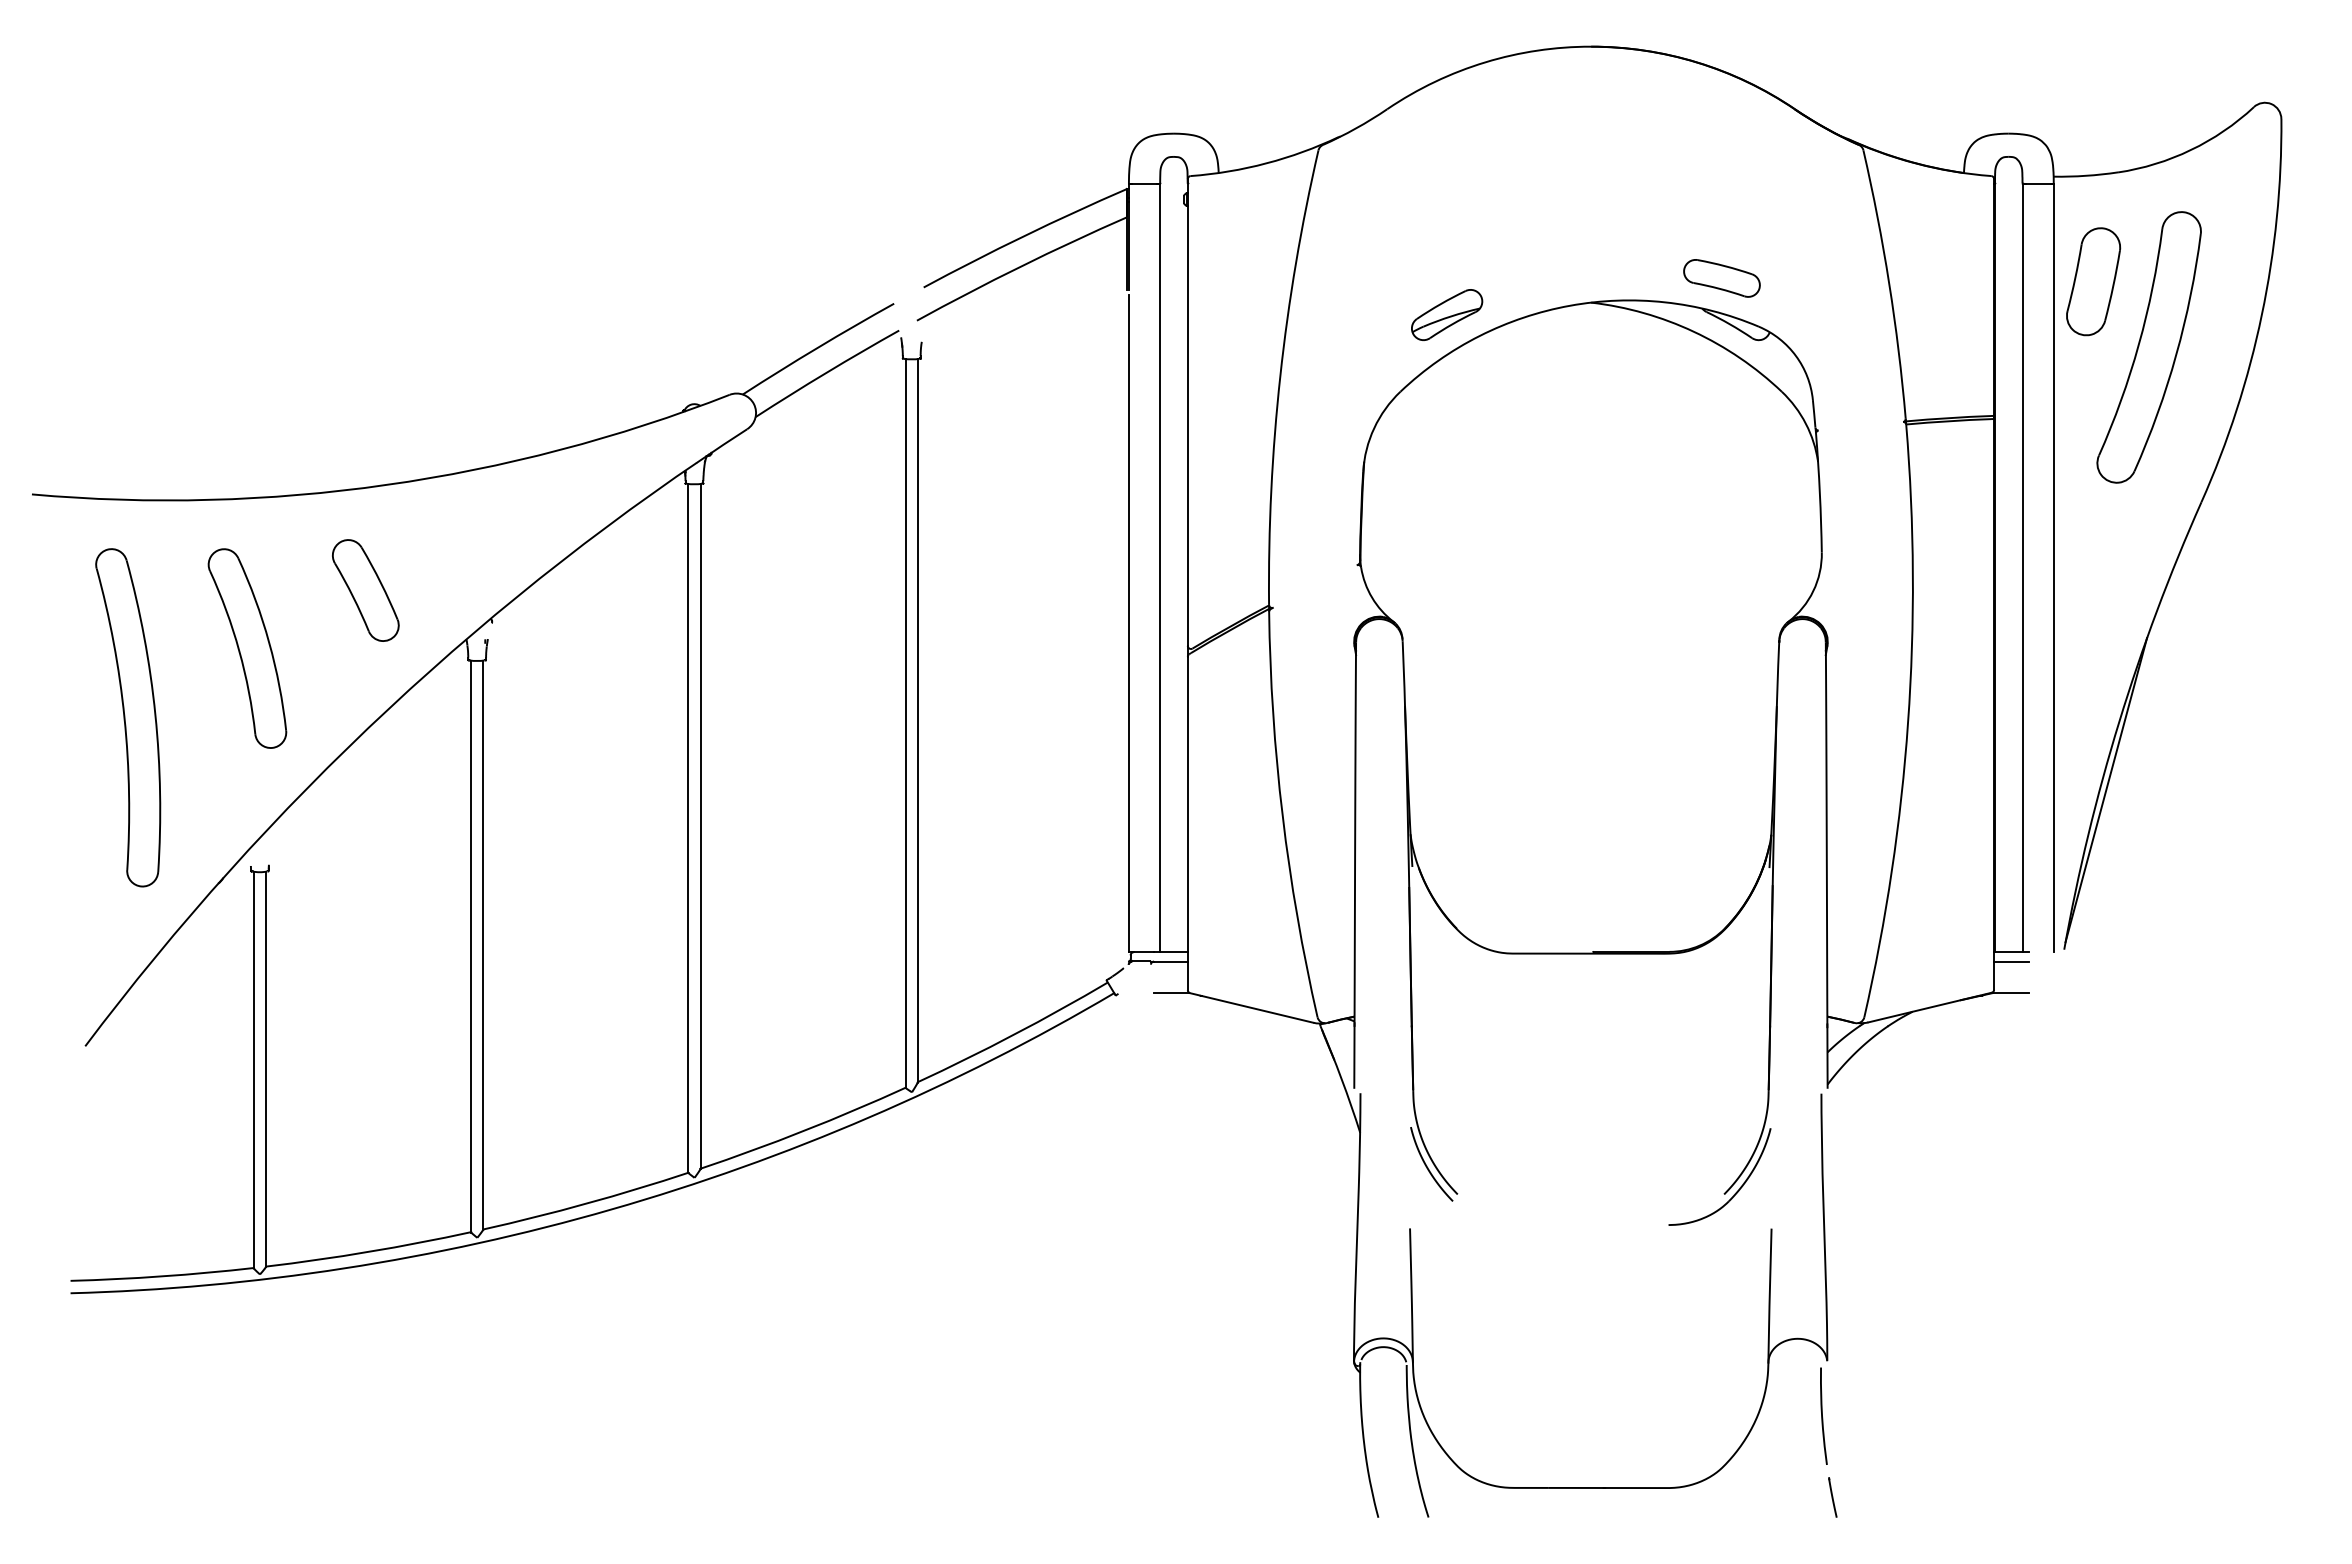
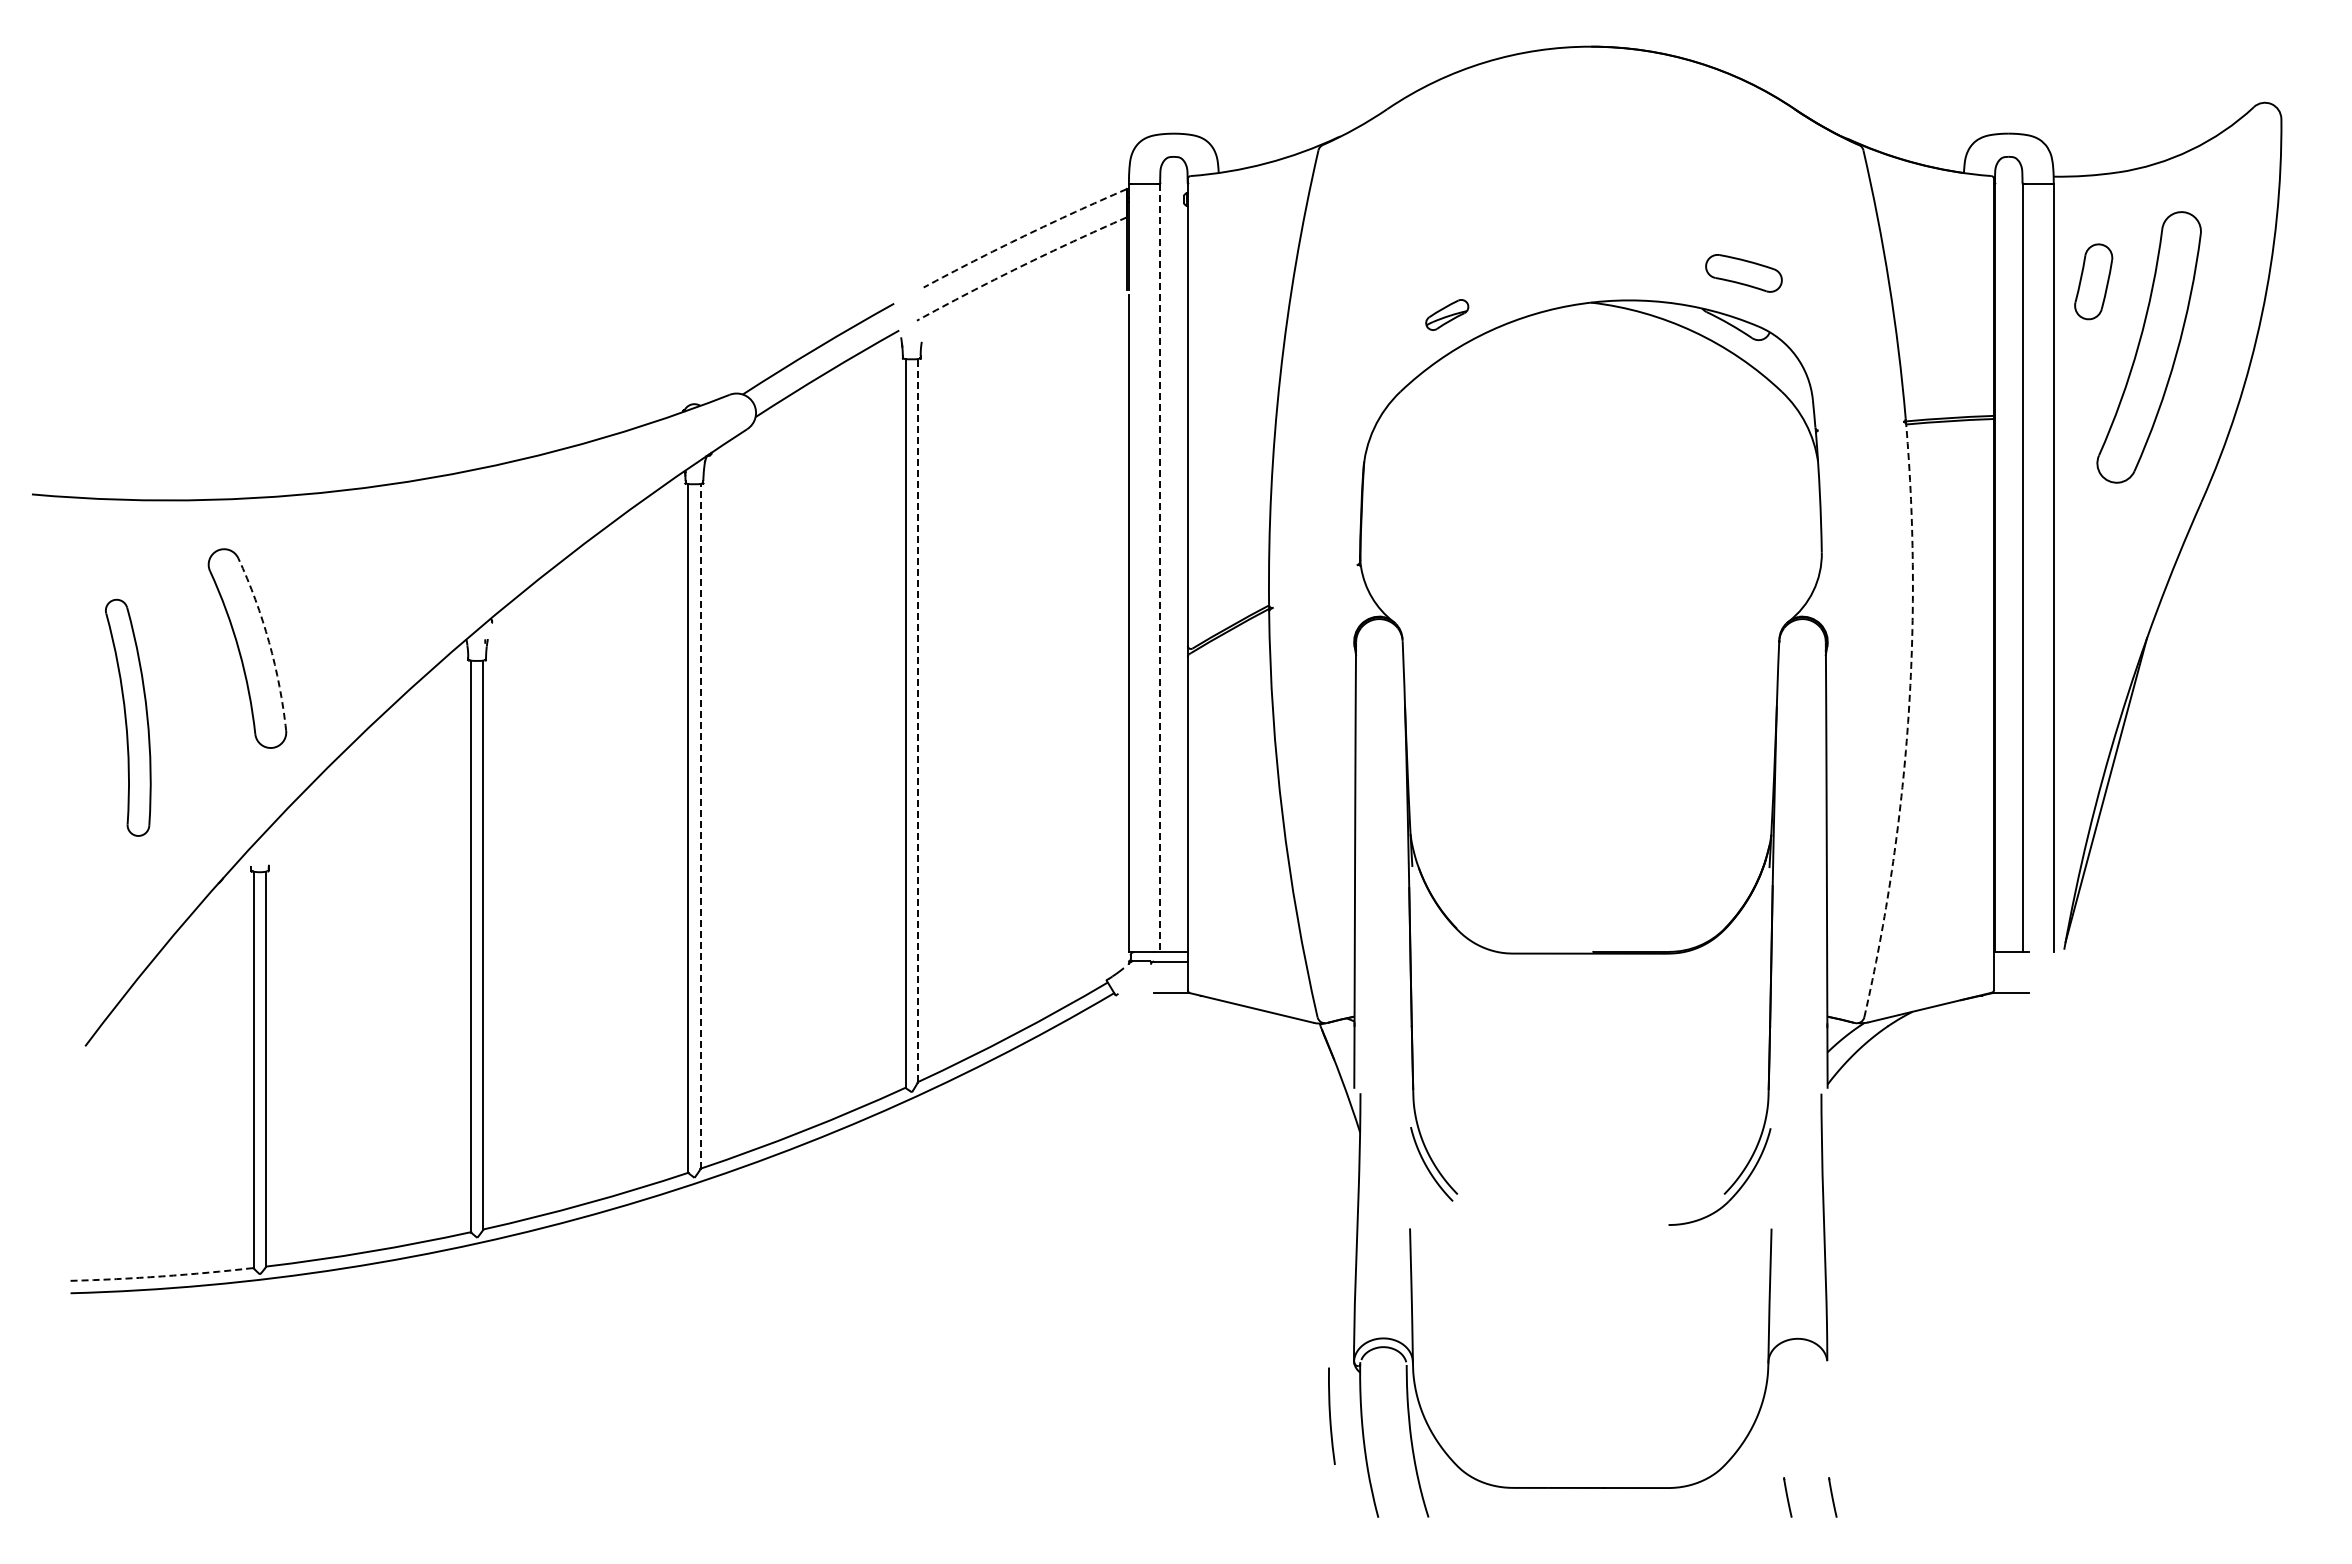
arc at (1024, 236): solid -> dashed
arc at (1020, 266): solid -> dashed
part at (1721, 278) position: (1721, 278) -> (1743, 273)
part at (2093, 281) size: 56x110 px -> 40x78 px
part at (1447, 314) size: 73x52 px -> 45x32 px
line at (1160, 568): solid -> dashed
part at (365, 590): present -> none
arc at (269, 642): solid -> dashed
part at (128, 717) size: 67x340 px -> 47x239 px
line at (917, 720): solid -> dashed
arc at (1908, 722): solid -> dashed
line at (700, 825): solid -> dashed
line at (2011, 961): present -> none
arc at (162, 1276): solid -> dashed
curve at (1822, 1415) position: (1822, 1415) -> (1330, 1415)
line at (1787, 1497): none -> present
